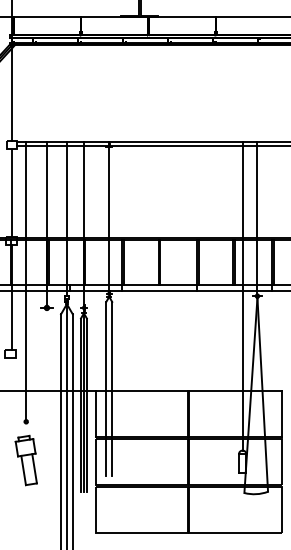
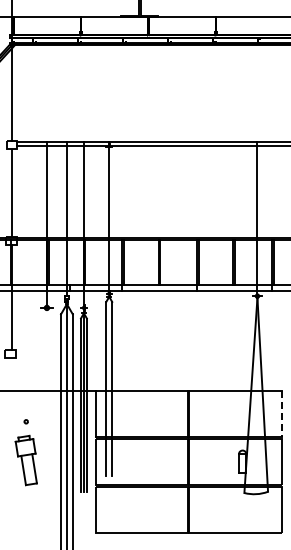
line at (26, 281): present -> none
line at (242, 296): present -> none
line at (281, 414): solid -> dashed
